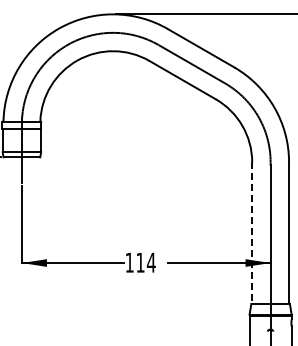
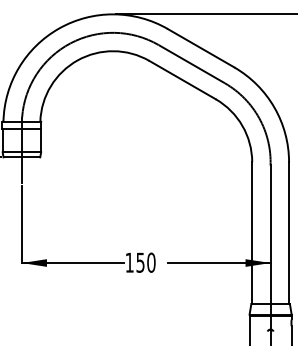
line at (252, 233): dashed -> solid
text at (145, 262): 114 -> 150
